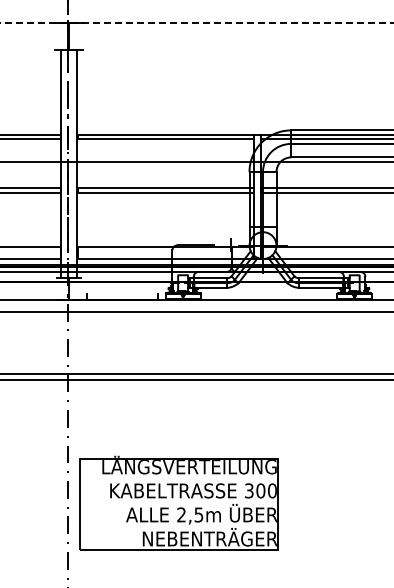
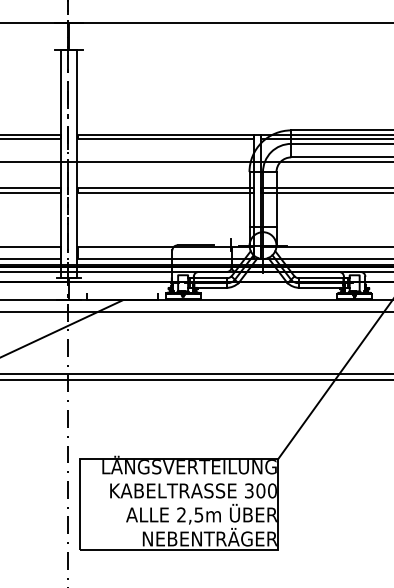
line at (197, 22): dashed -> solid
line at (62, 328): none -> present
line at (334, 380): none -> present
